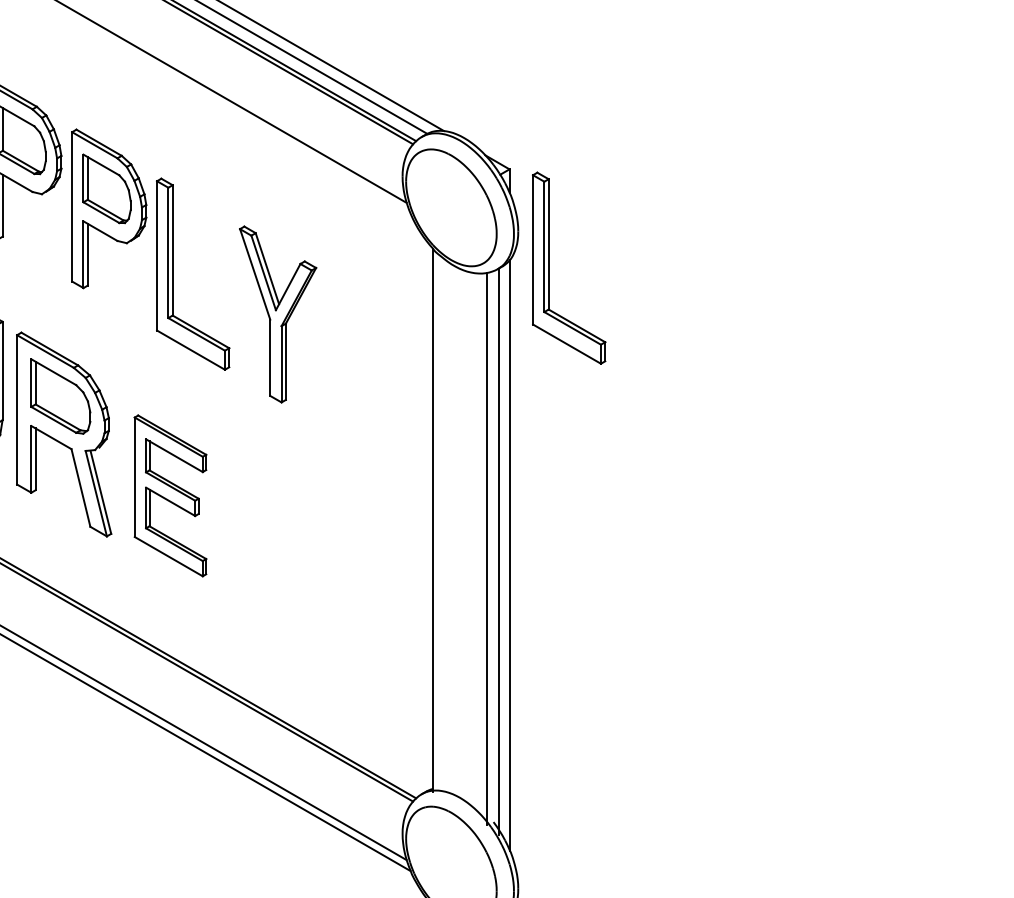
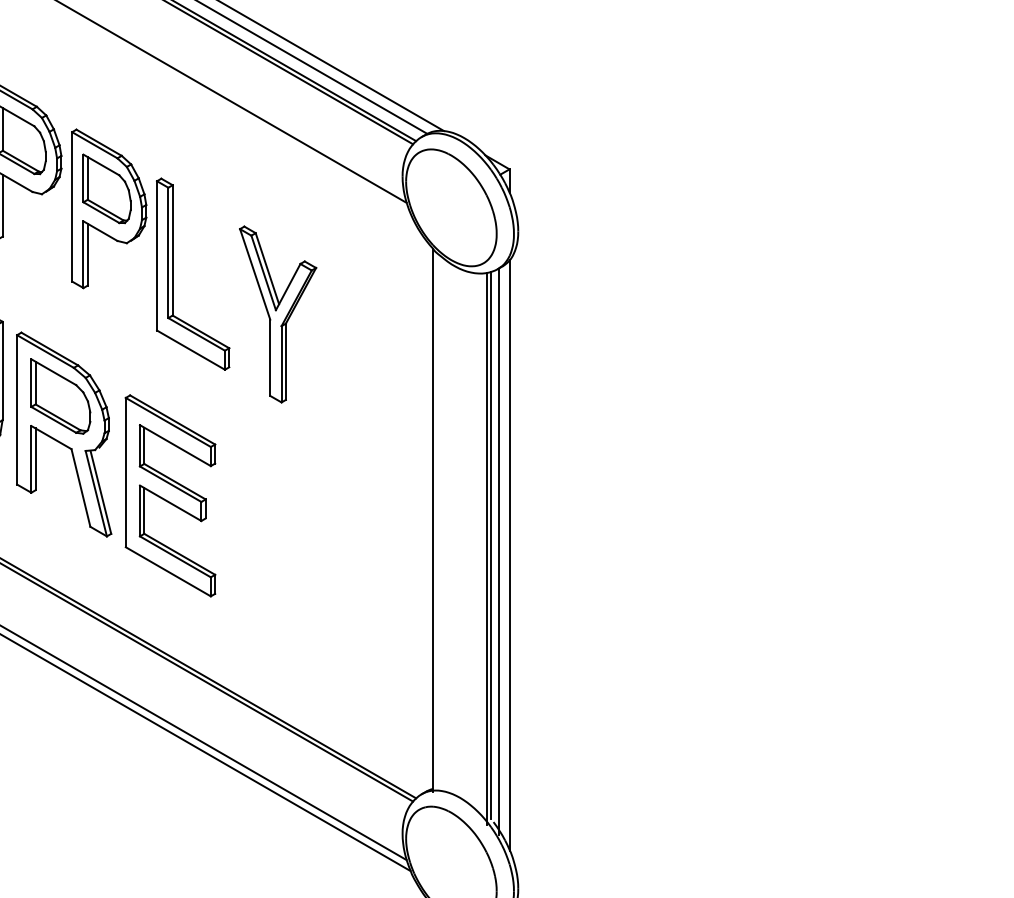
part at (549, 267): present -> none
part at (170, 495) size: 75x164 px -> 93x204 px
line at (491, 545): none -> present
